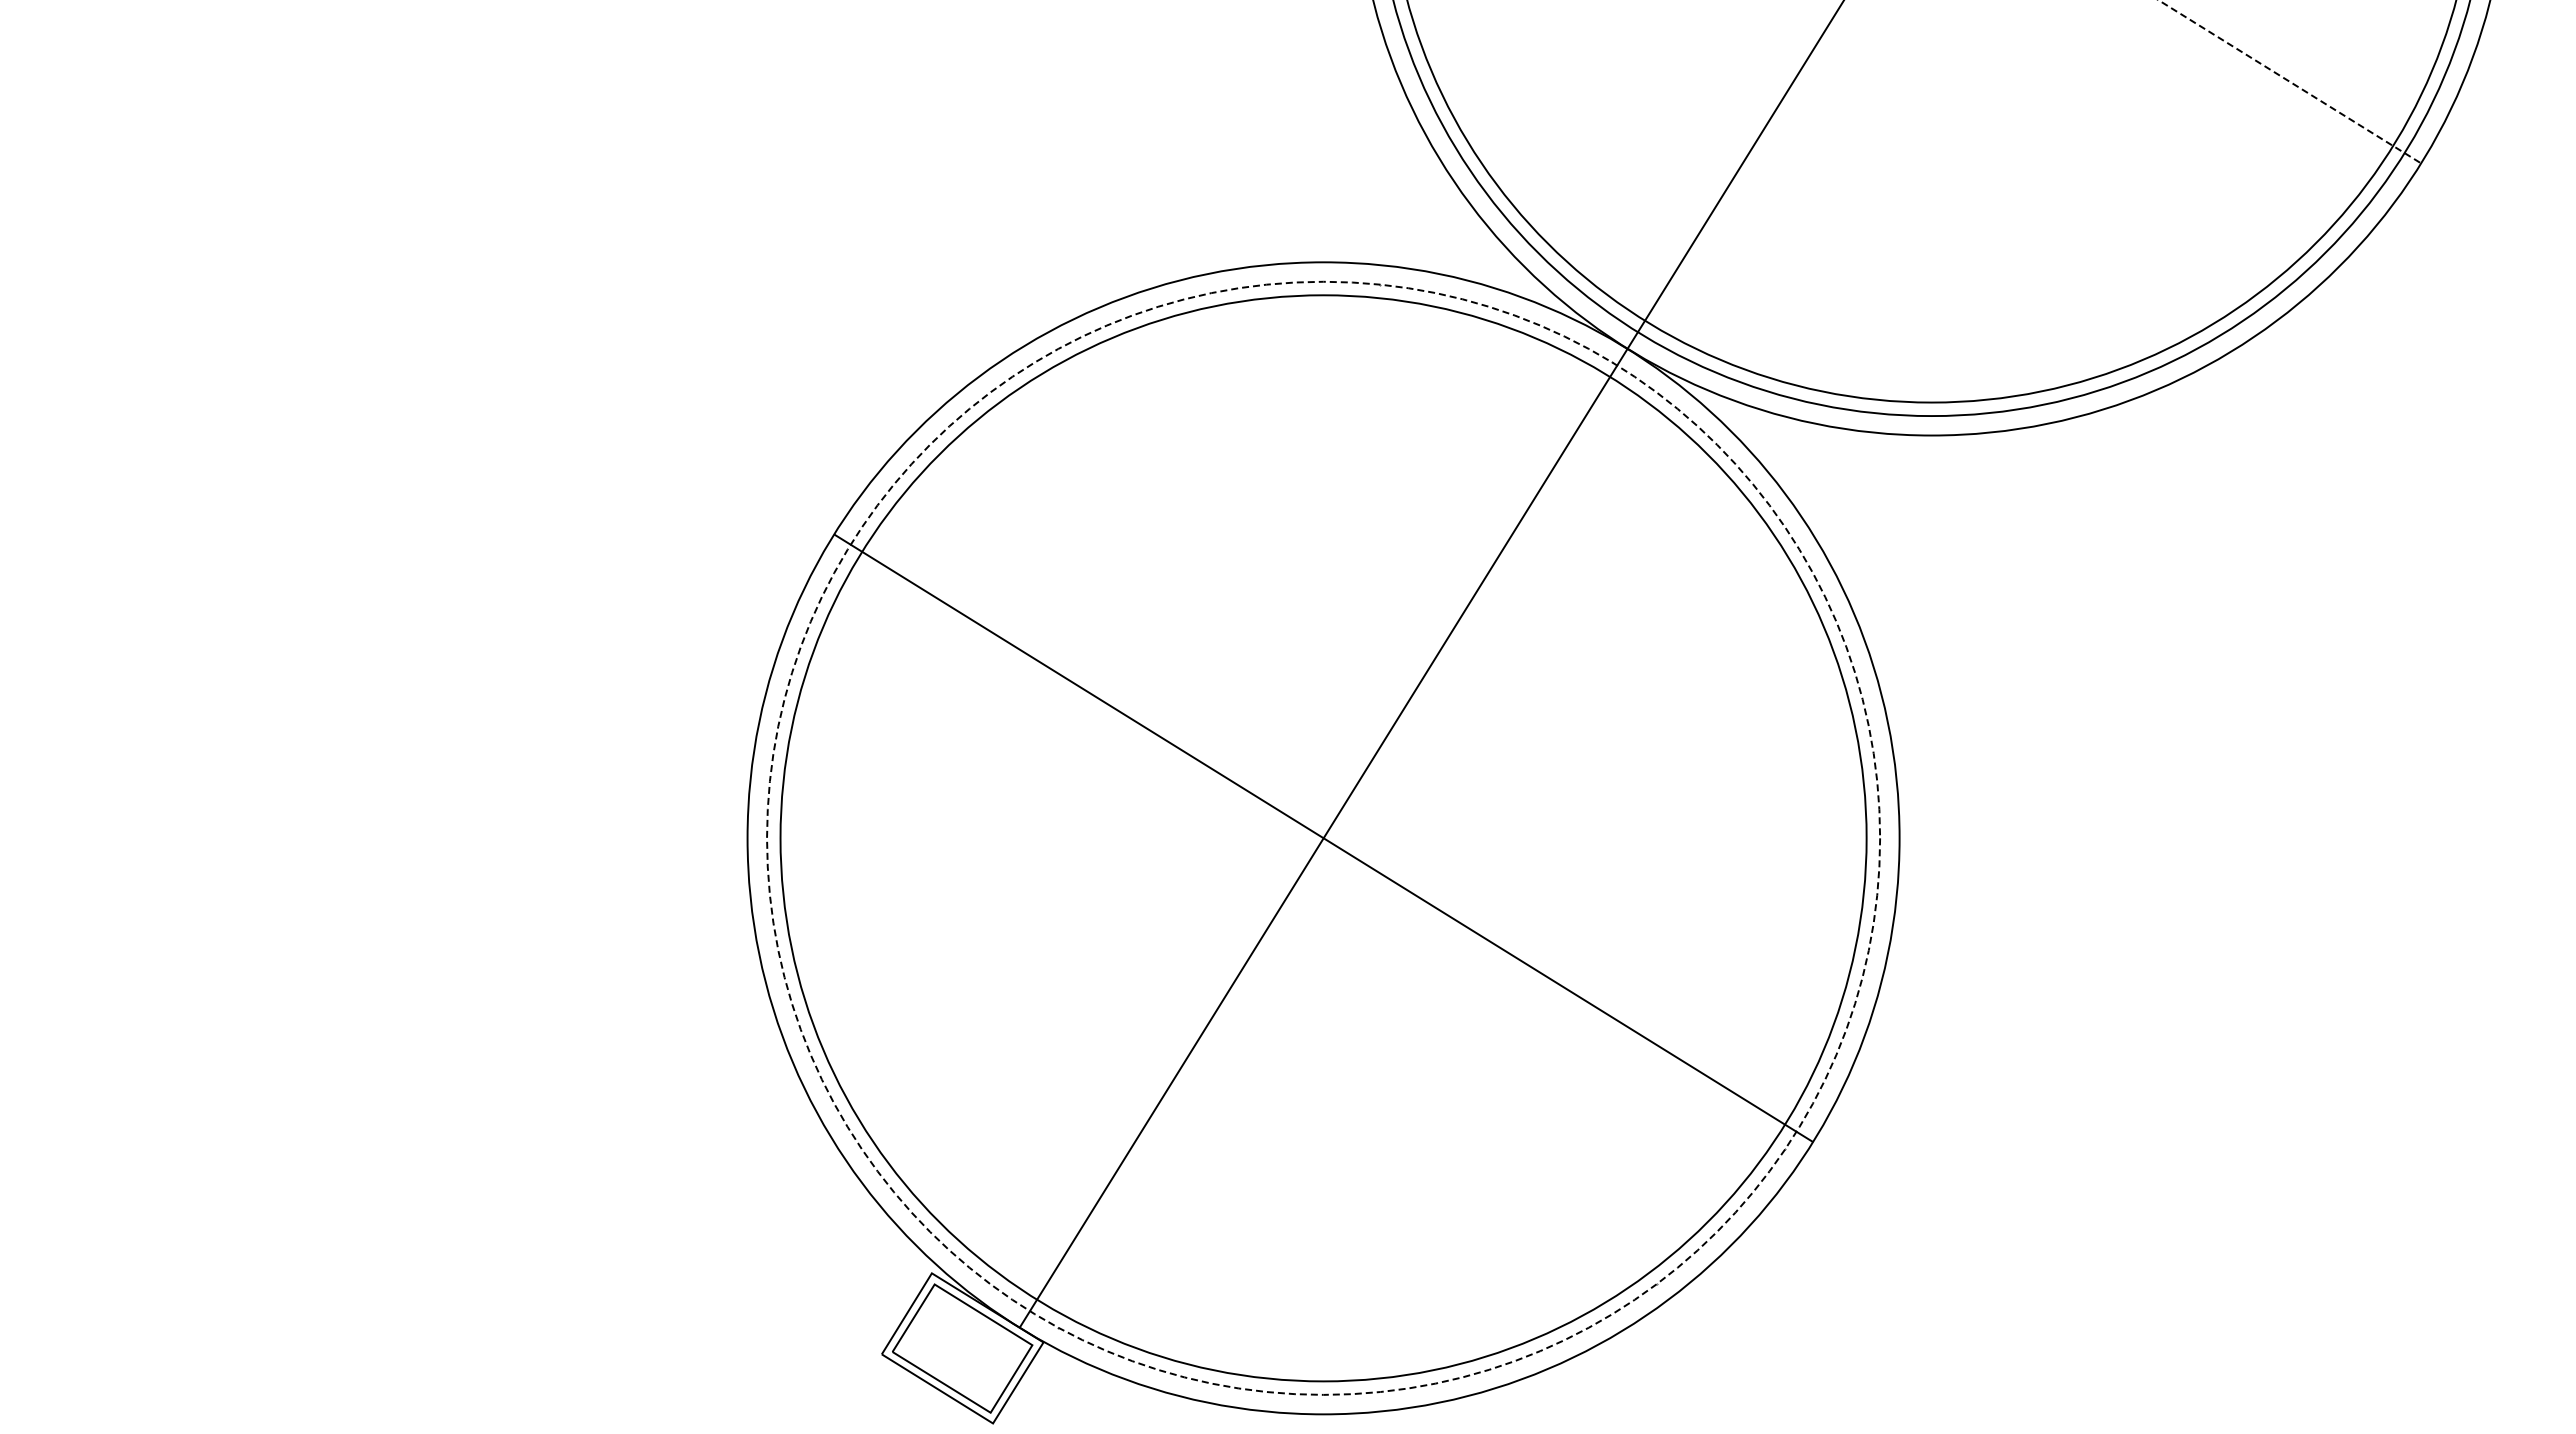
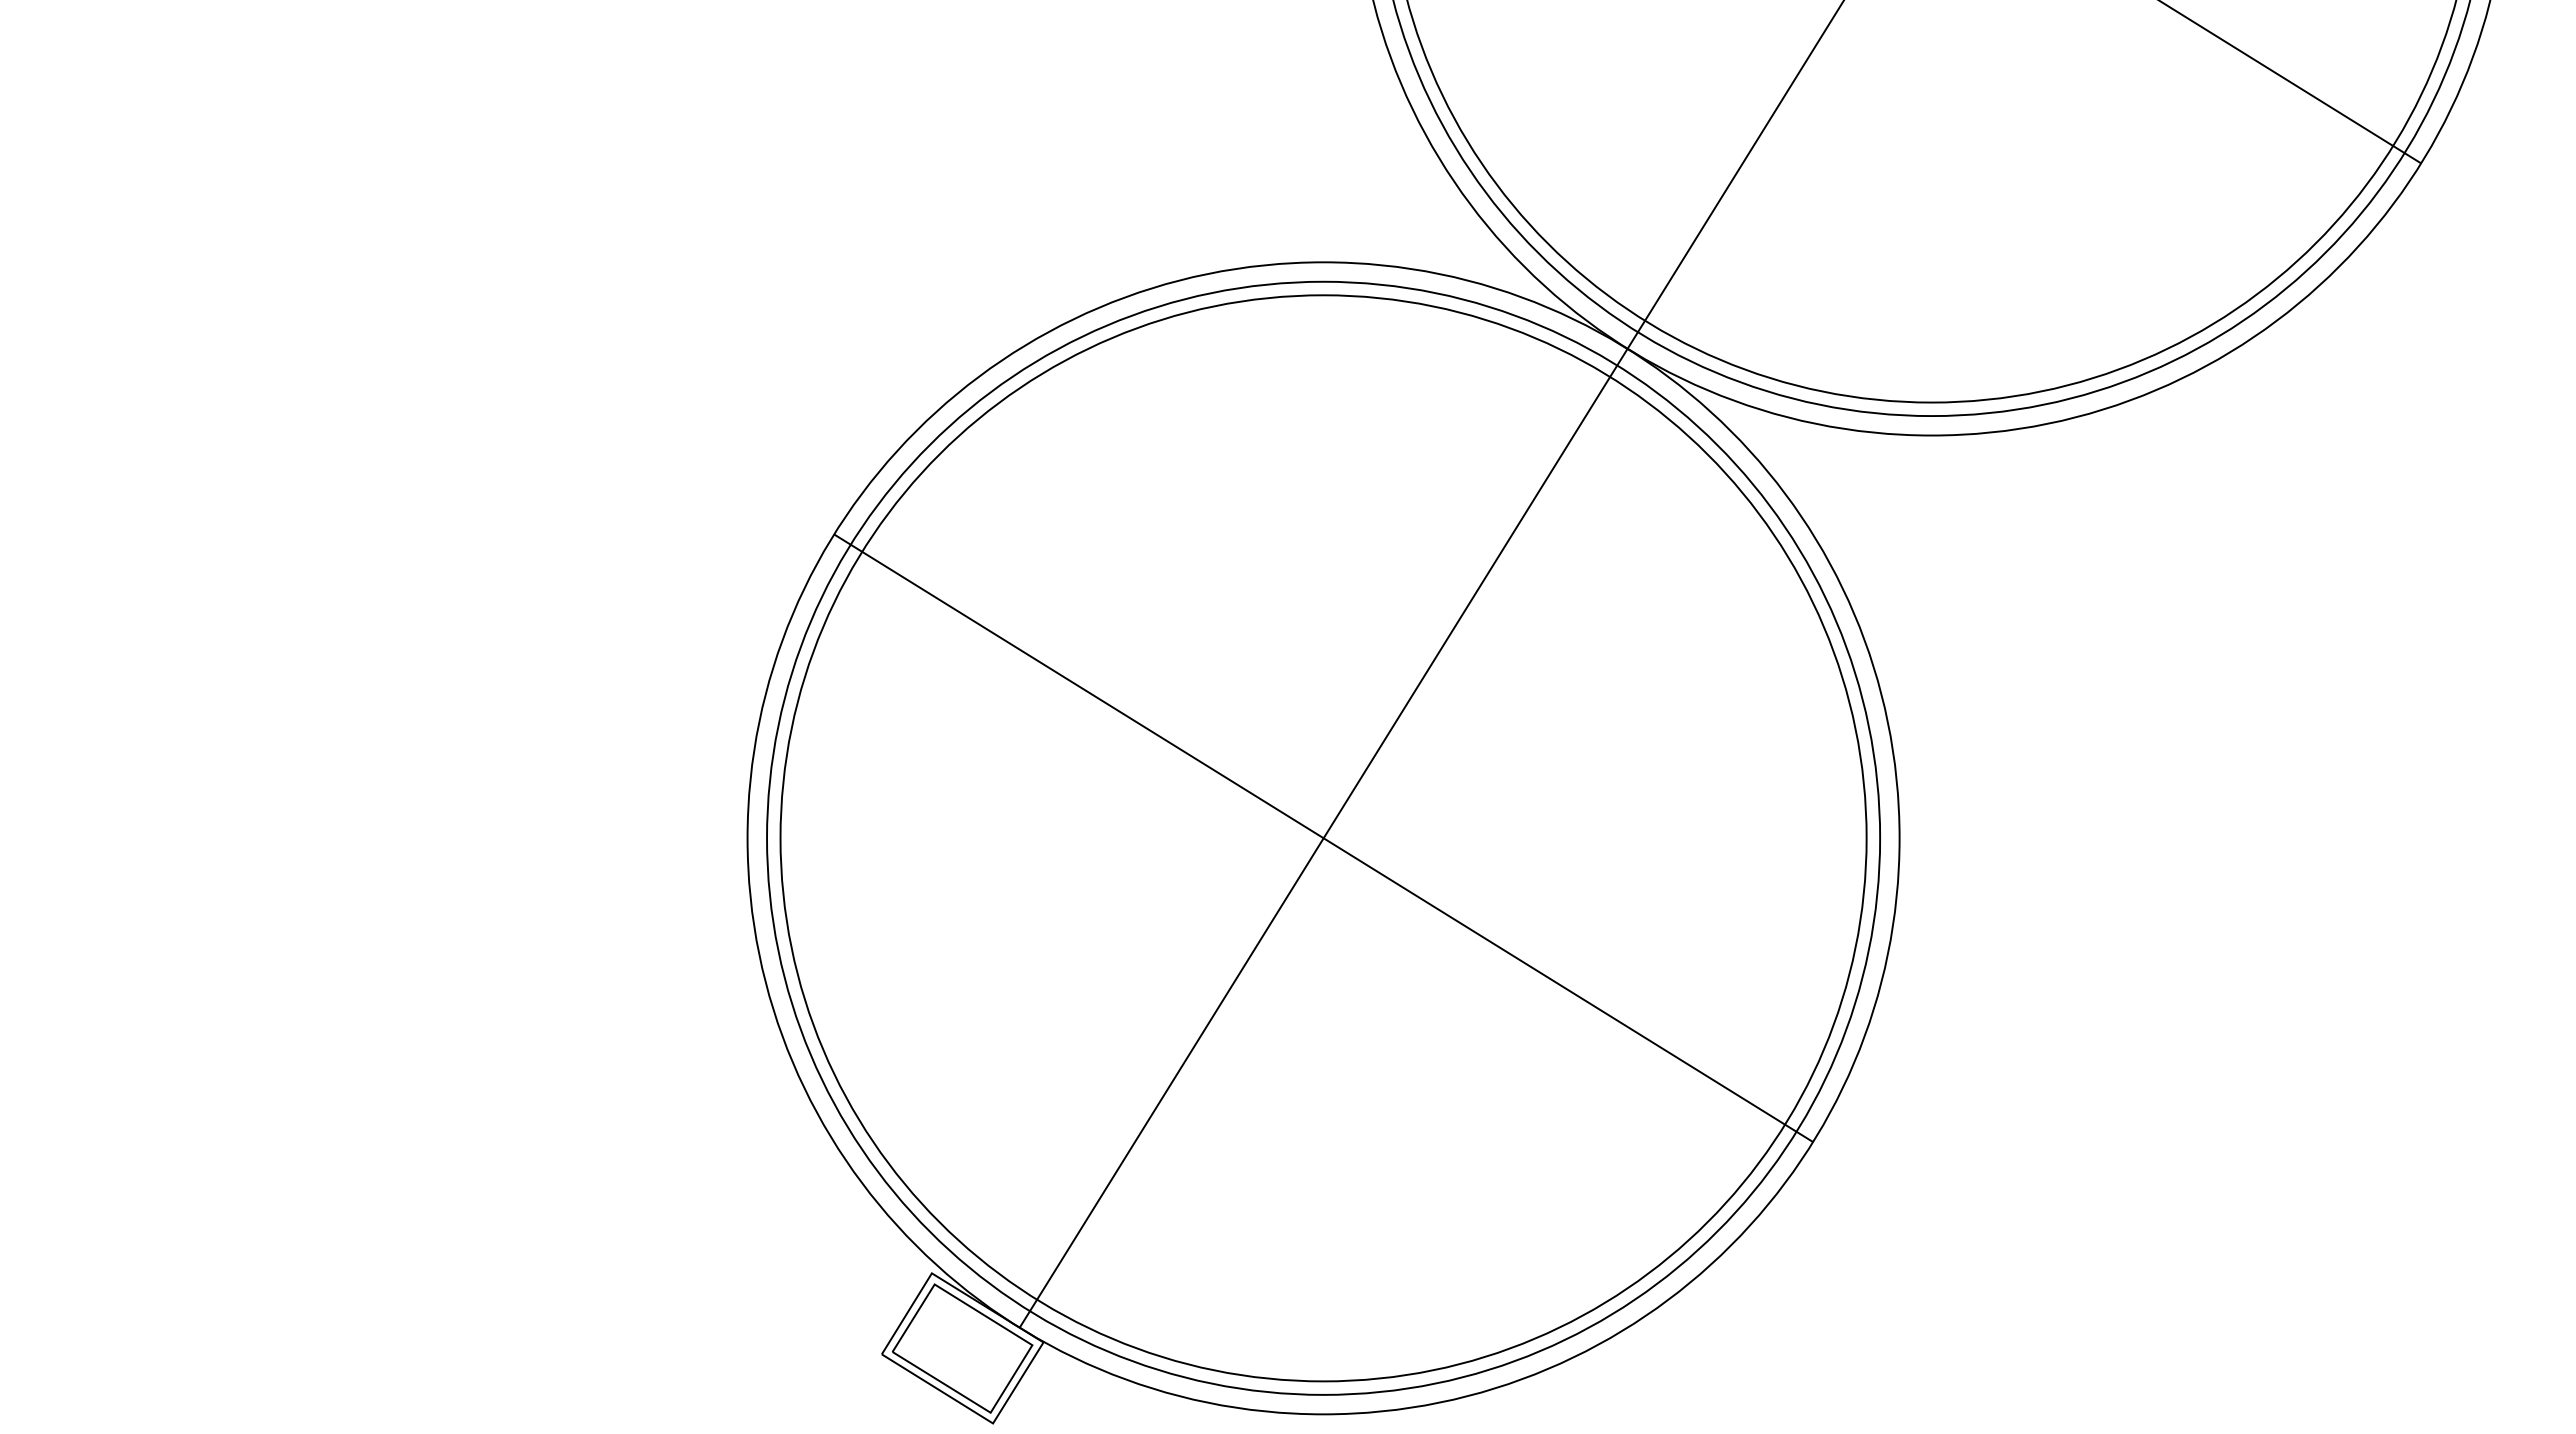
line at (2290, 82): dashed -> solid
circle at (1323, 837): dashed -> solid
